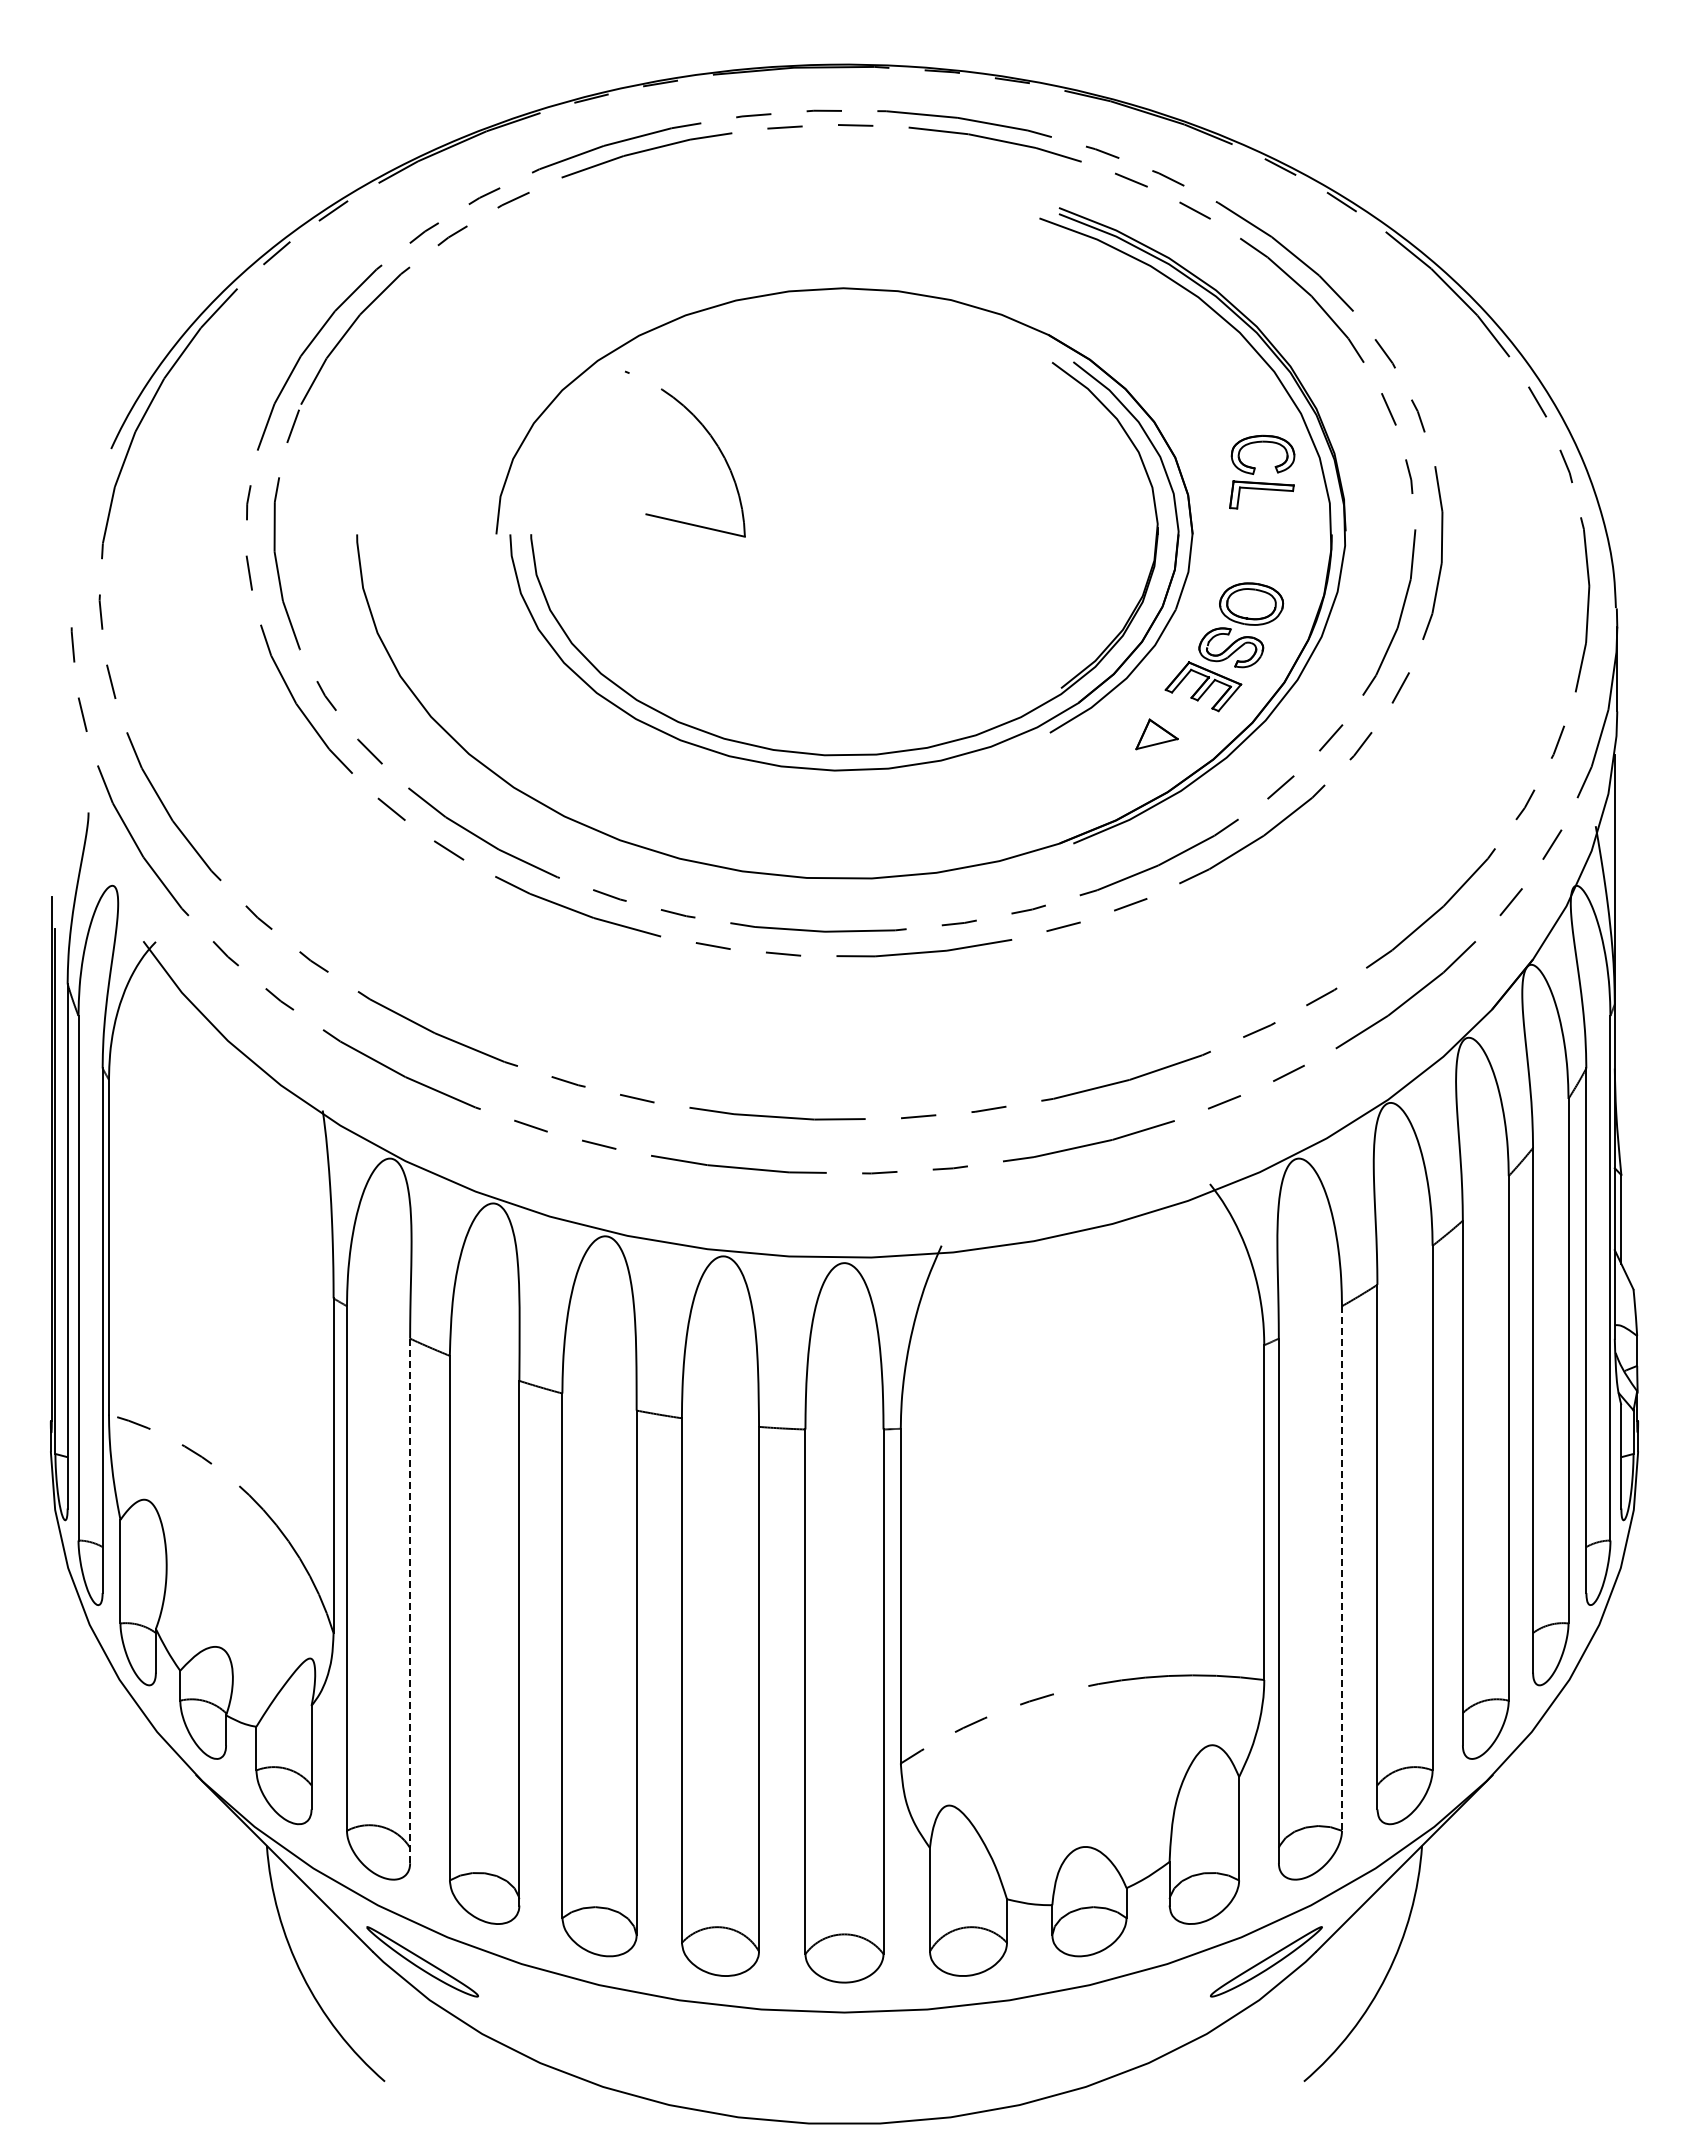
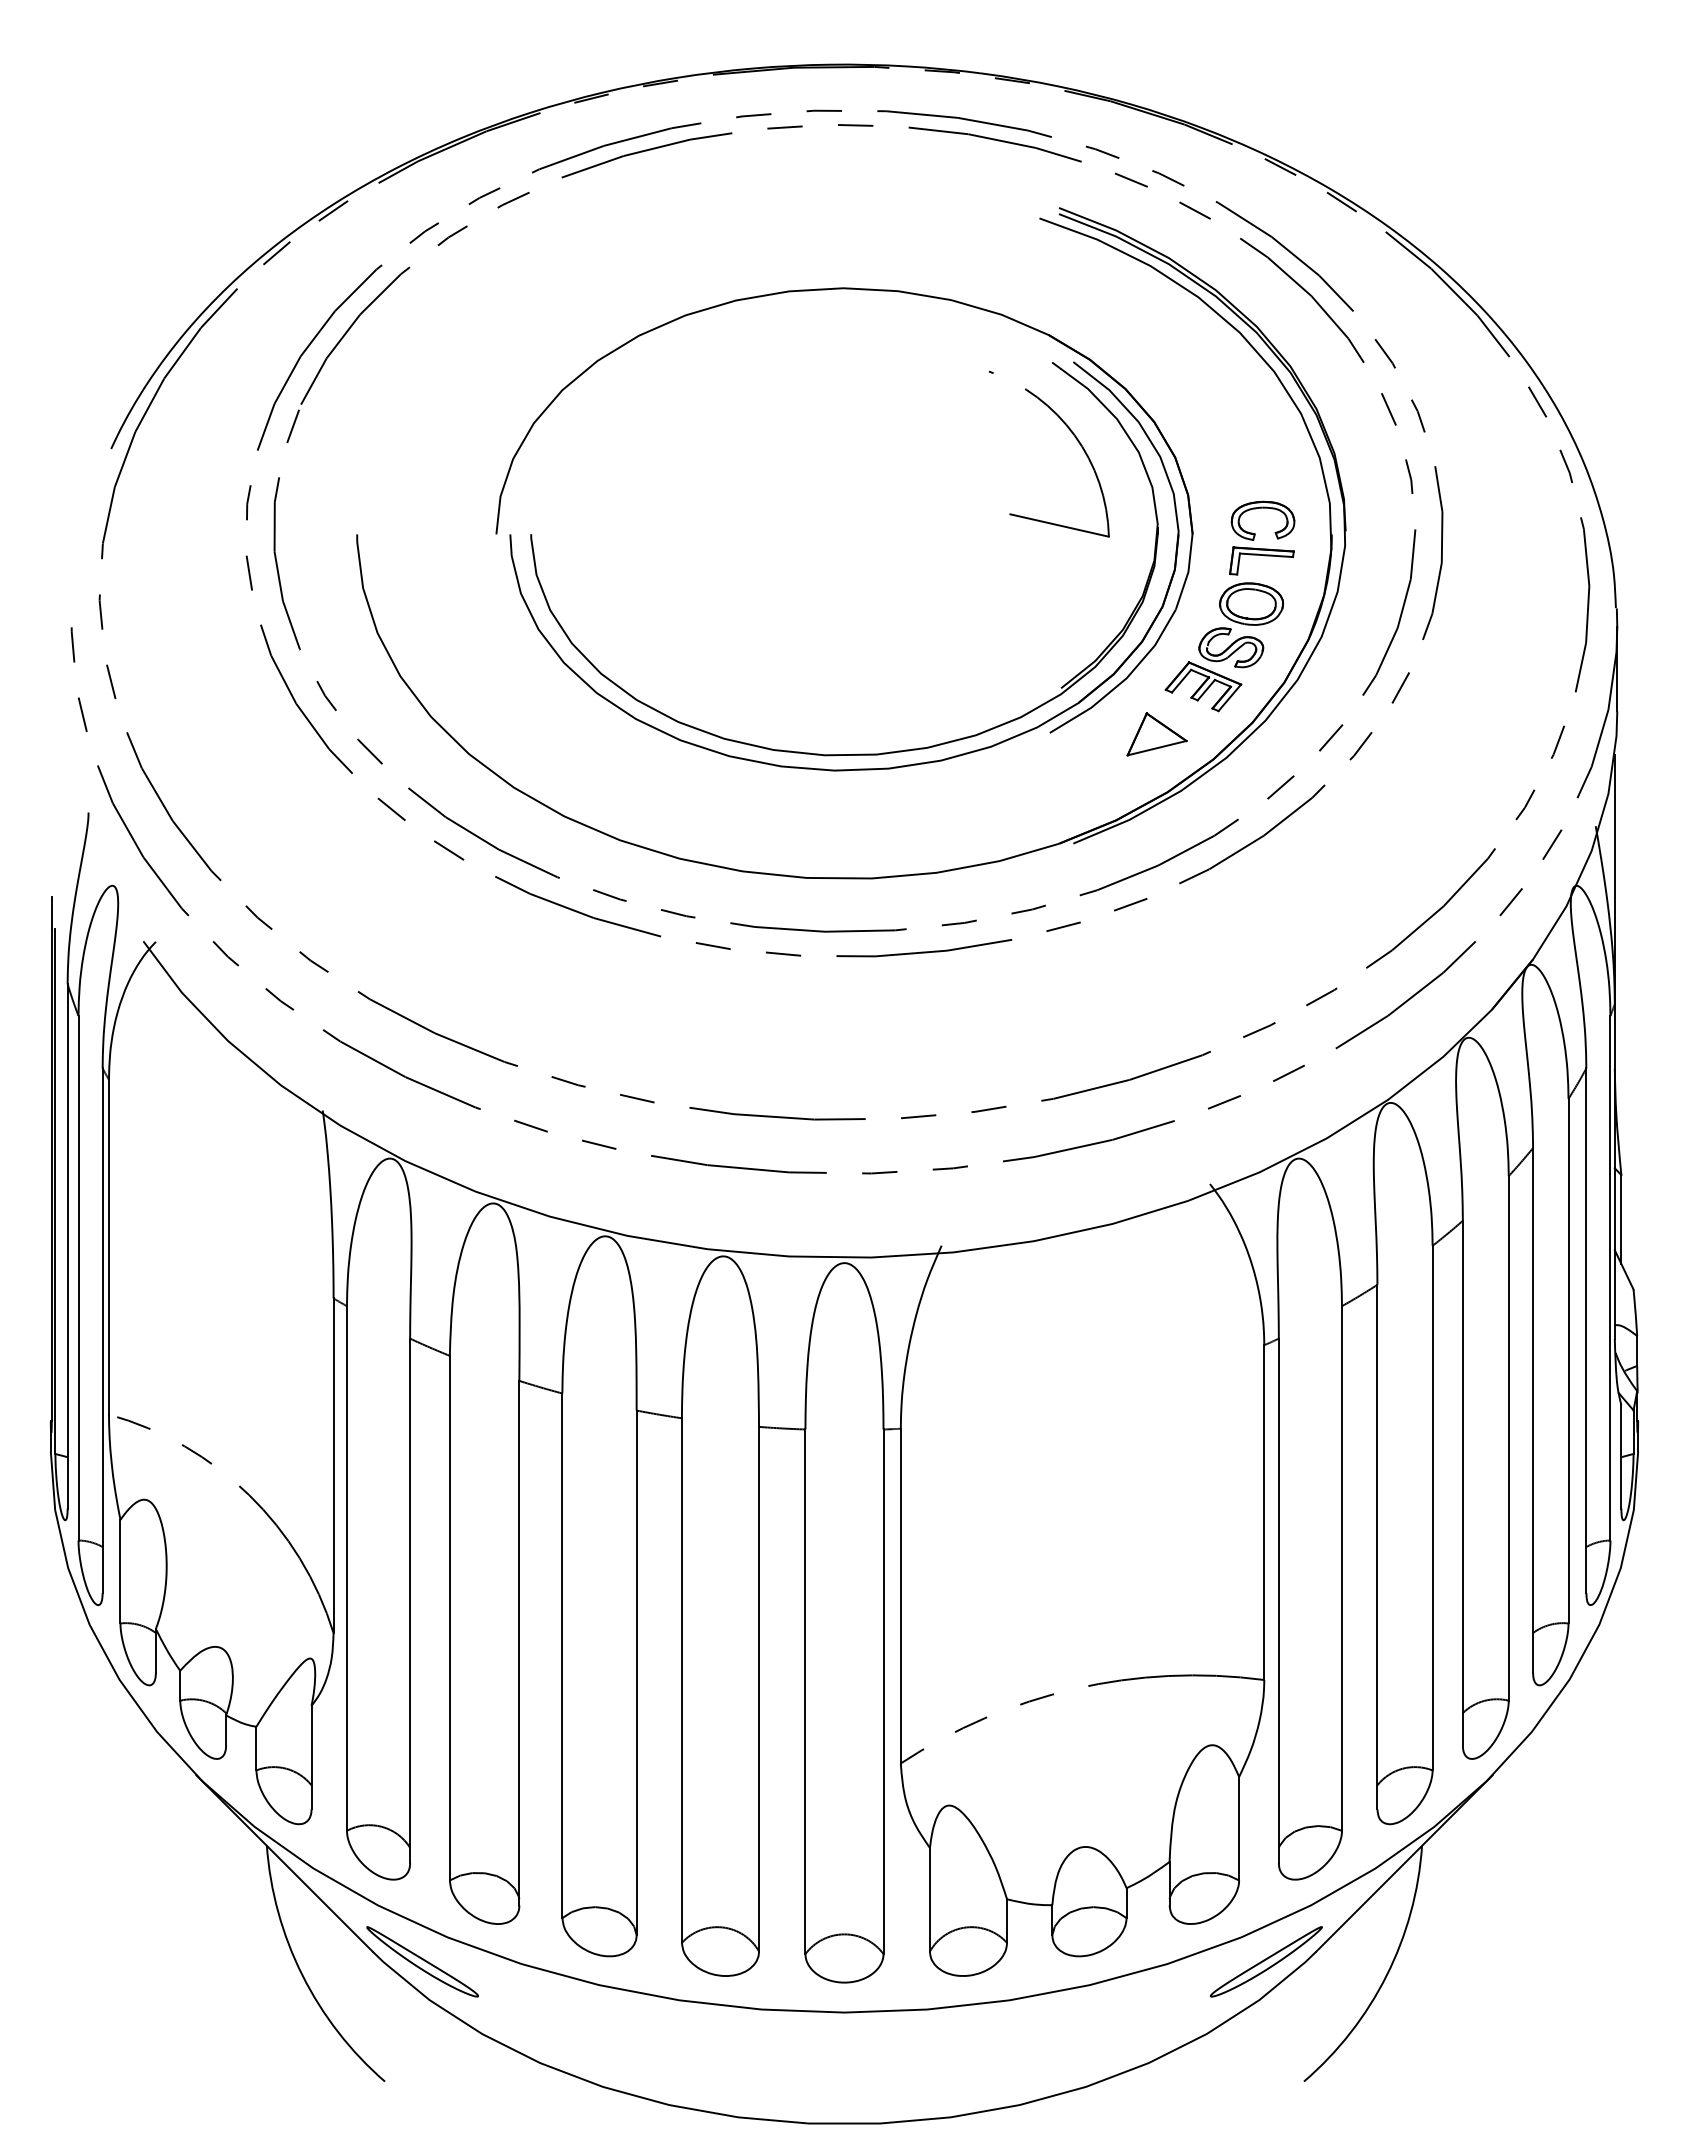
part at (710, 437) position: (710, 437) -> (1074, 437)
part at (1255, 470) position: (1255, 470) -> (1255, 536)
part at (1156, 734) size: 44x33 px -> 62x45 px
line at (1342, 1569): dashed -> solid
line at (410, 1601): dashed -> solid
